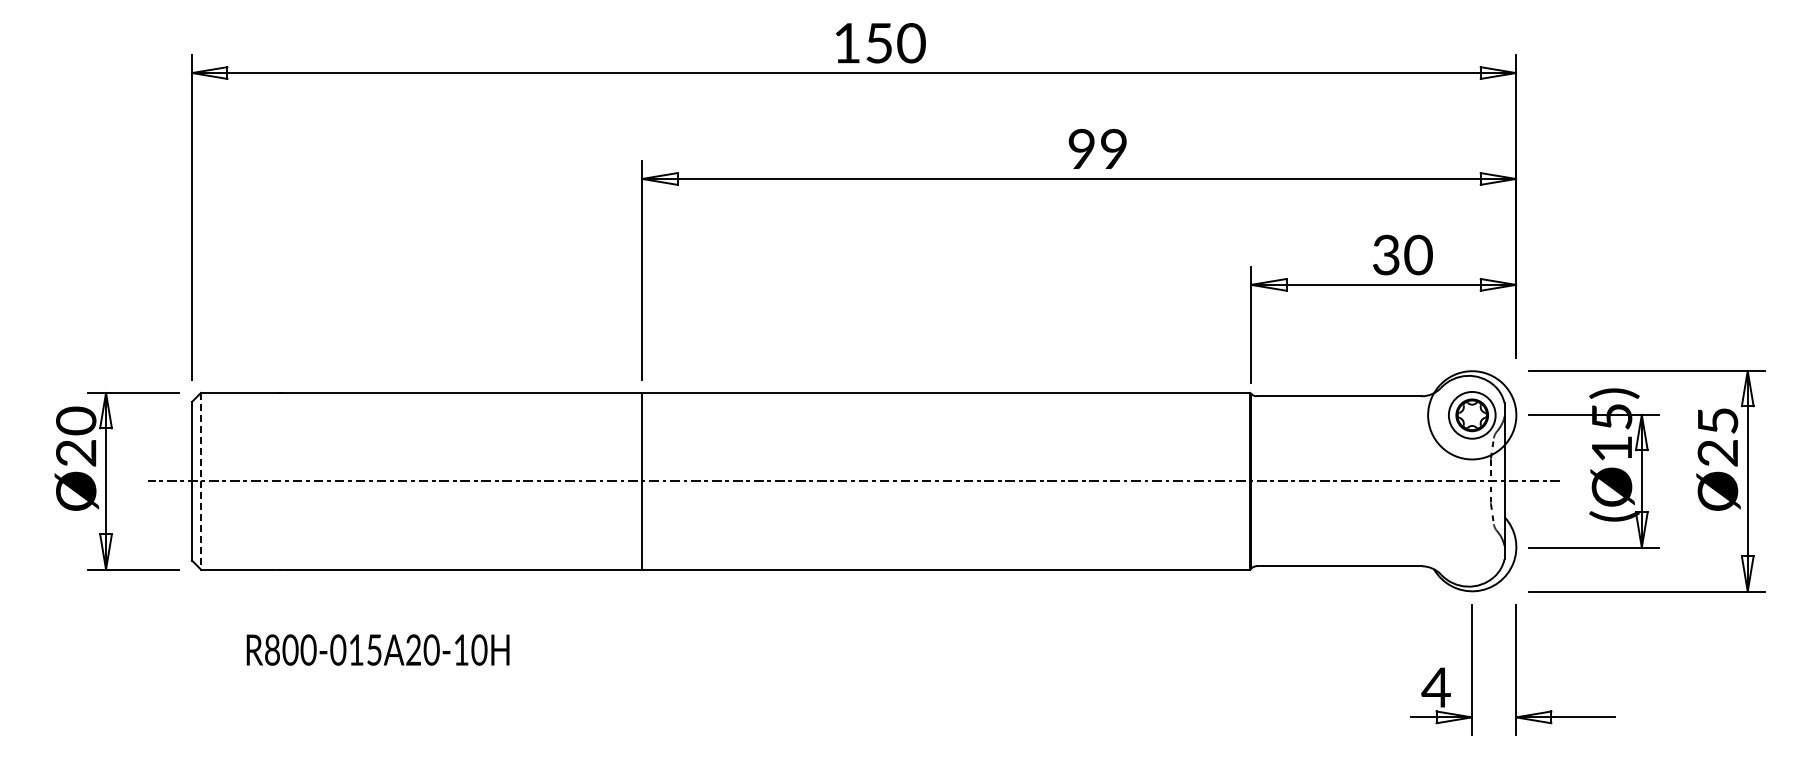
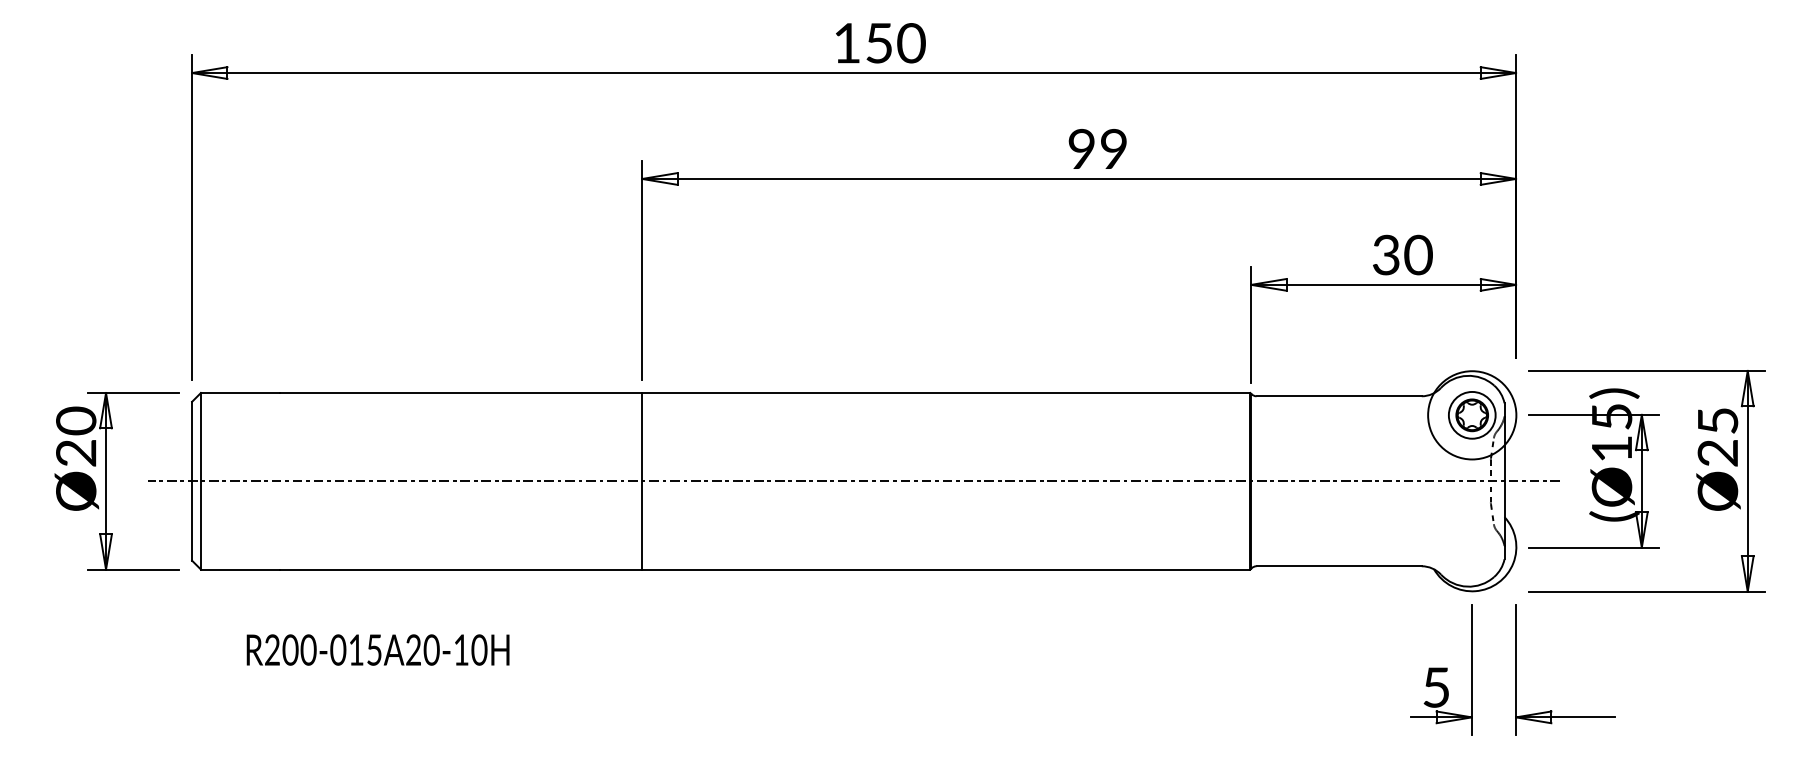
line at (200, 481): dashed -> solid
text at (272, 650): R800-015A20-10H -> R200-015A20-10H
text at (1435, 687): 4 -> 5
